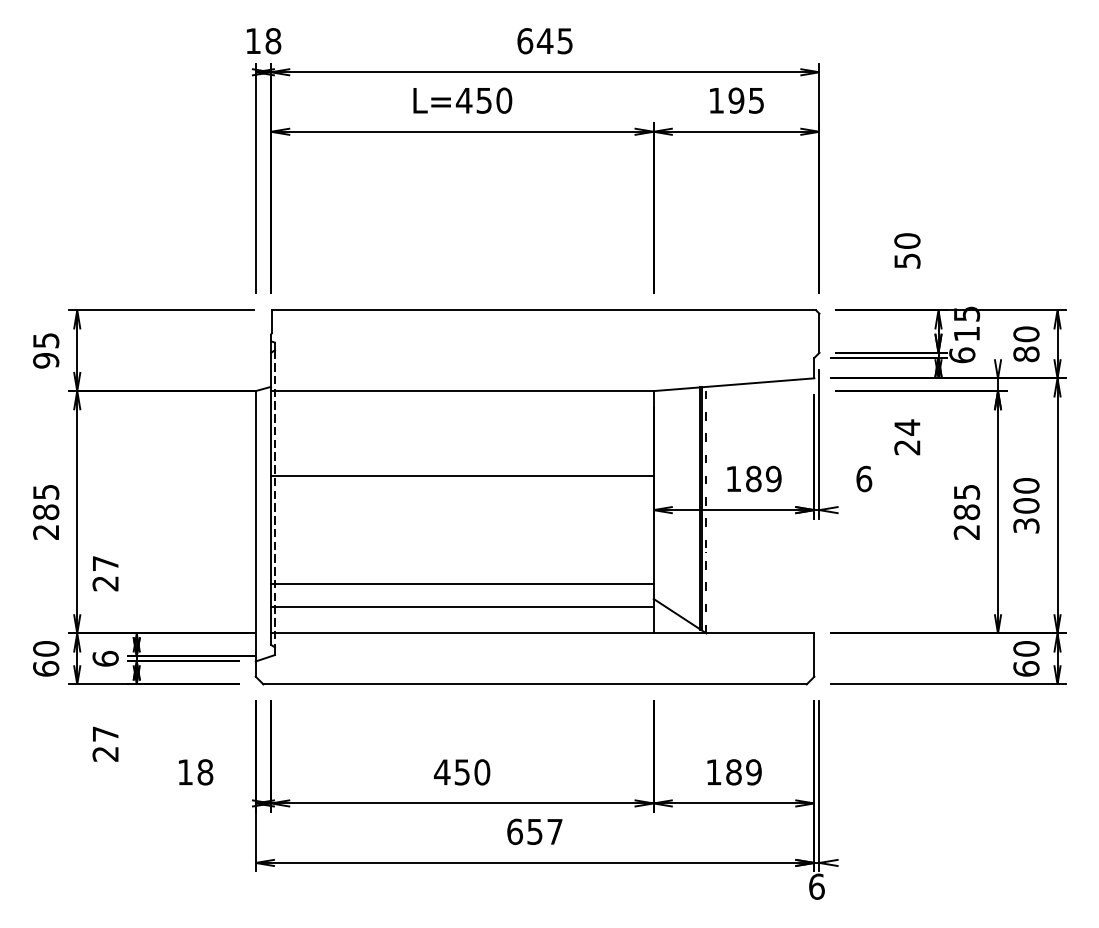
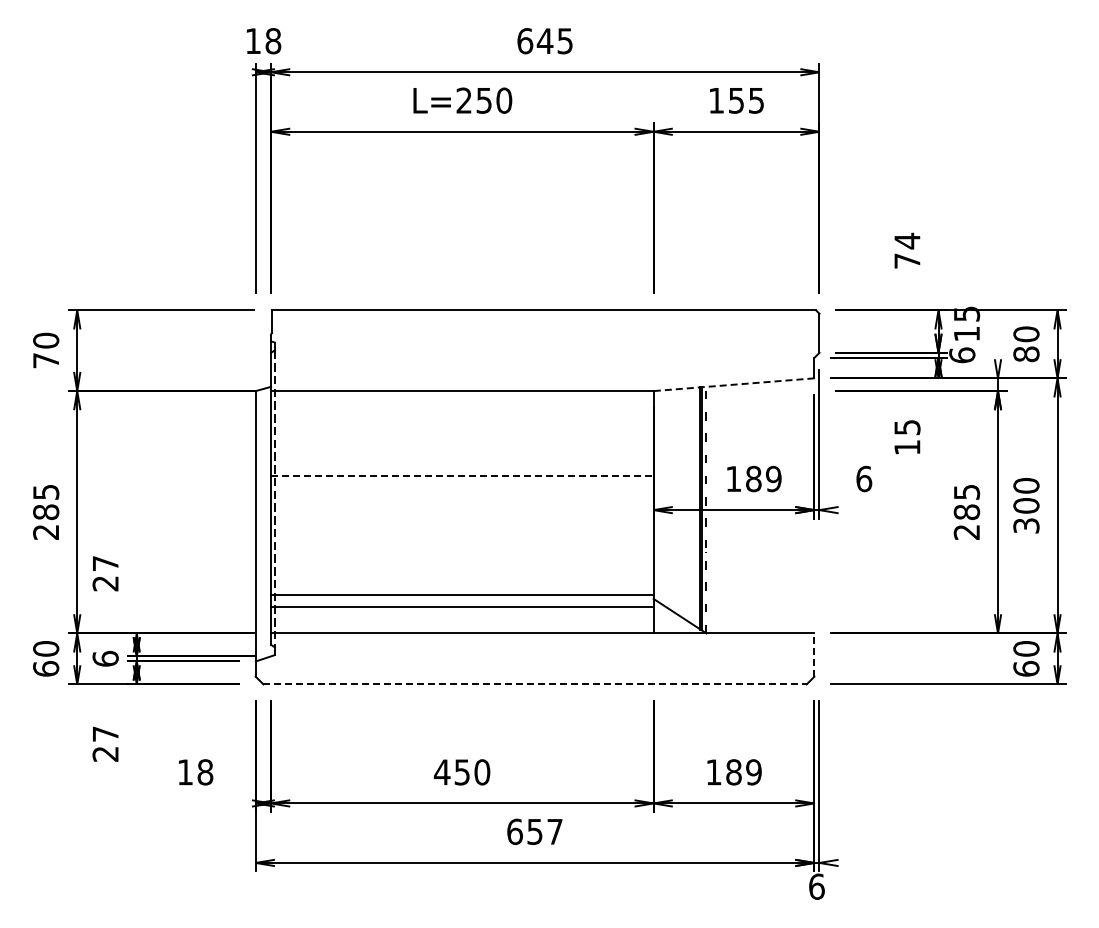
text at (463, 100): L=450 -> L=250
text at (736, 100): 195 -> 155
text at (907, 250): 50 -> 74
text at (46, 350): 95 -> 70
line at (734, 384): solid -> dashed
text at (907, 437): 24 -> 15
line at (462, 476): solid -> dashed
line at (462, 583) position: (462, 583) -> (462, 594)
line at (814, 655): solid -> dashed
line at (535, 684): solid -> dashed
